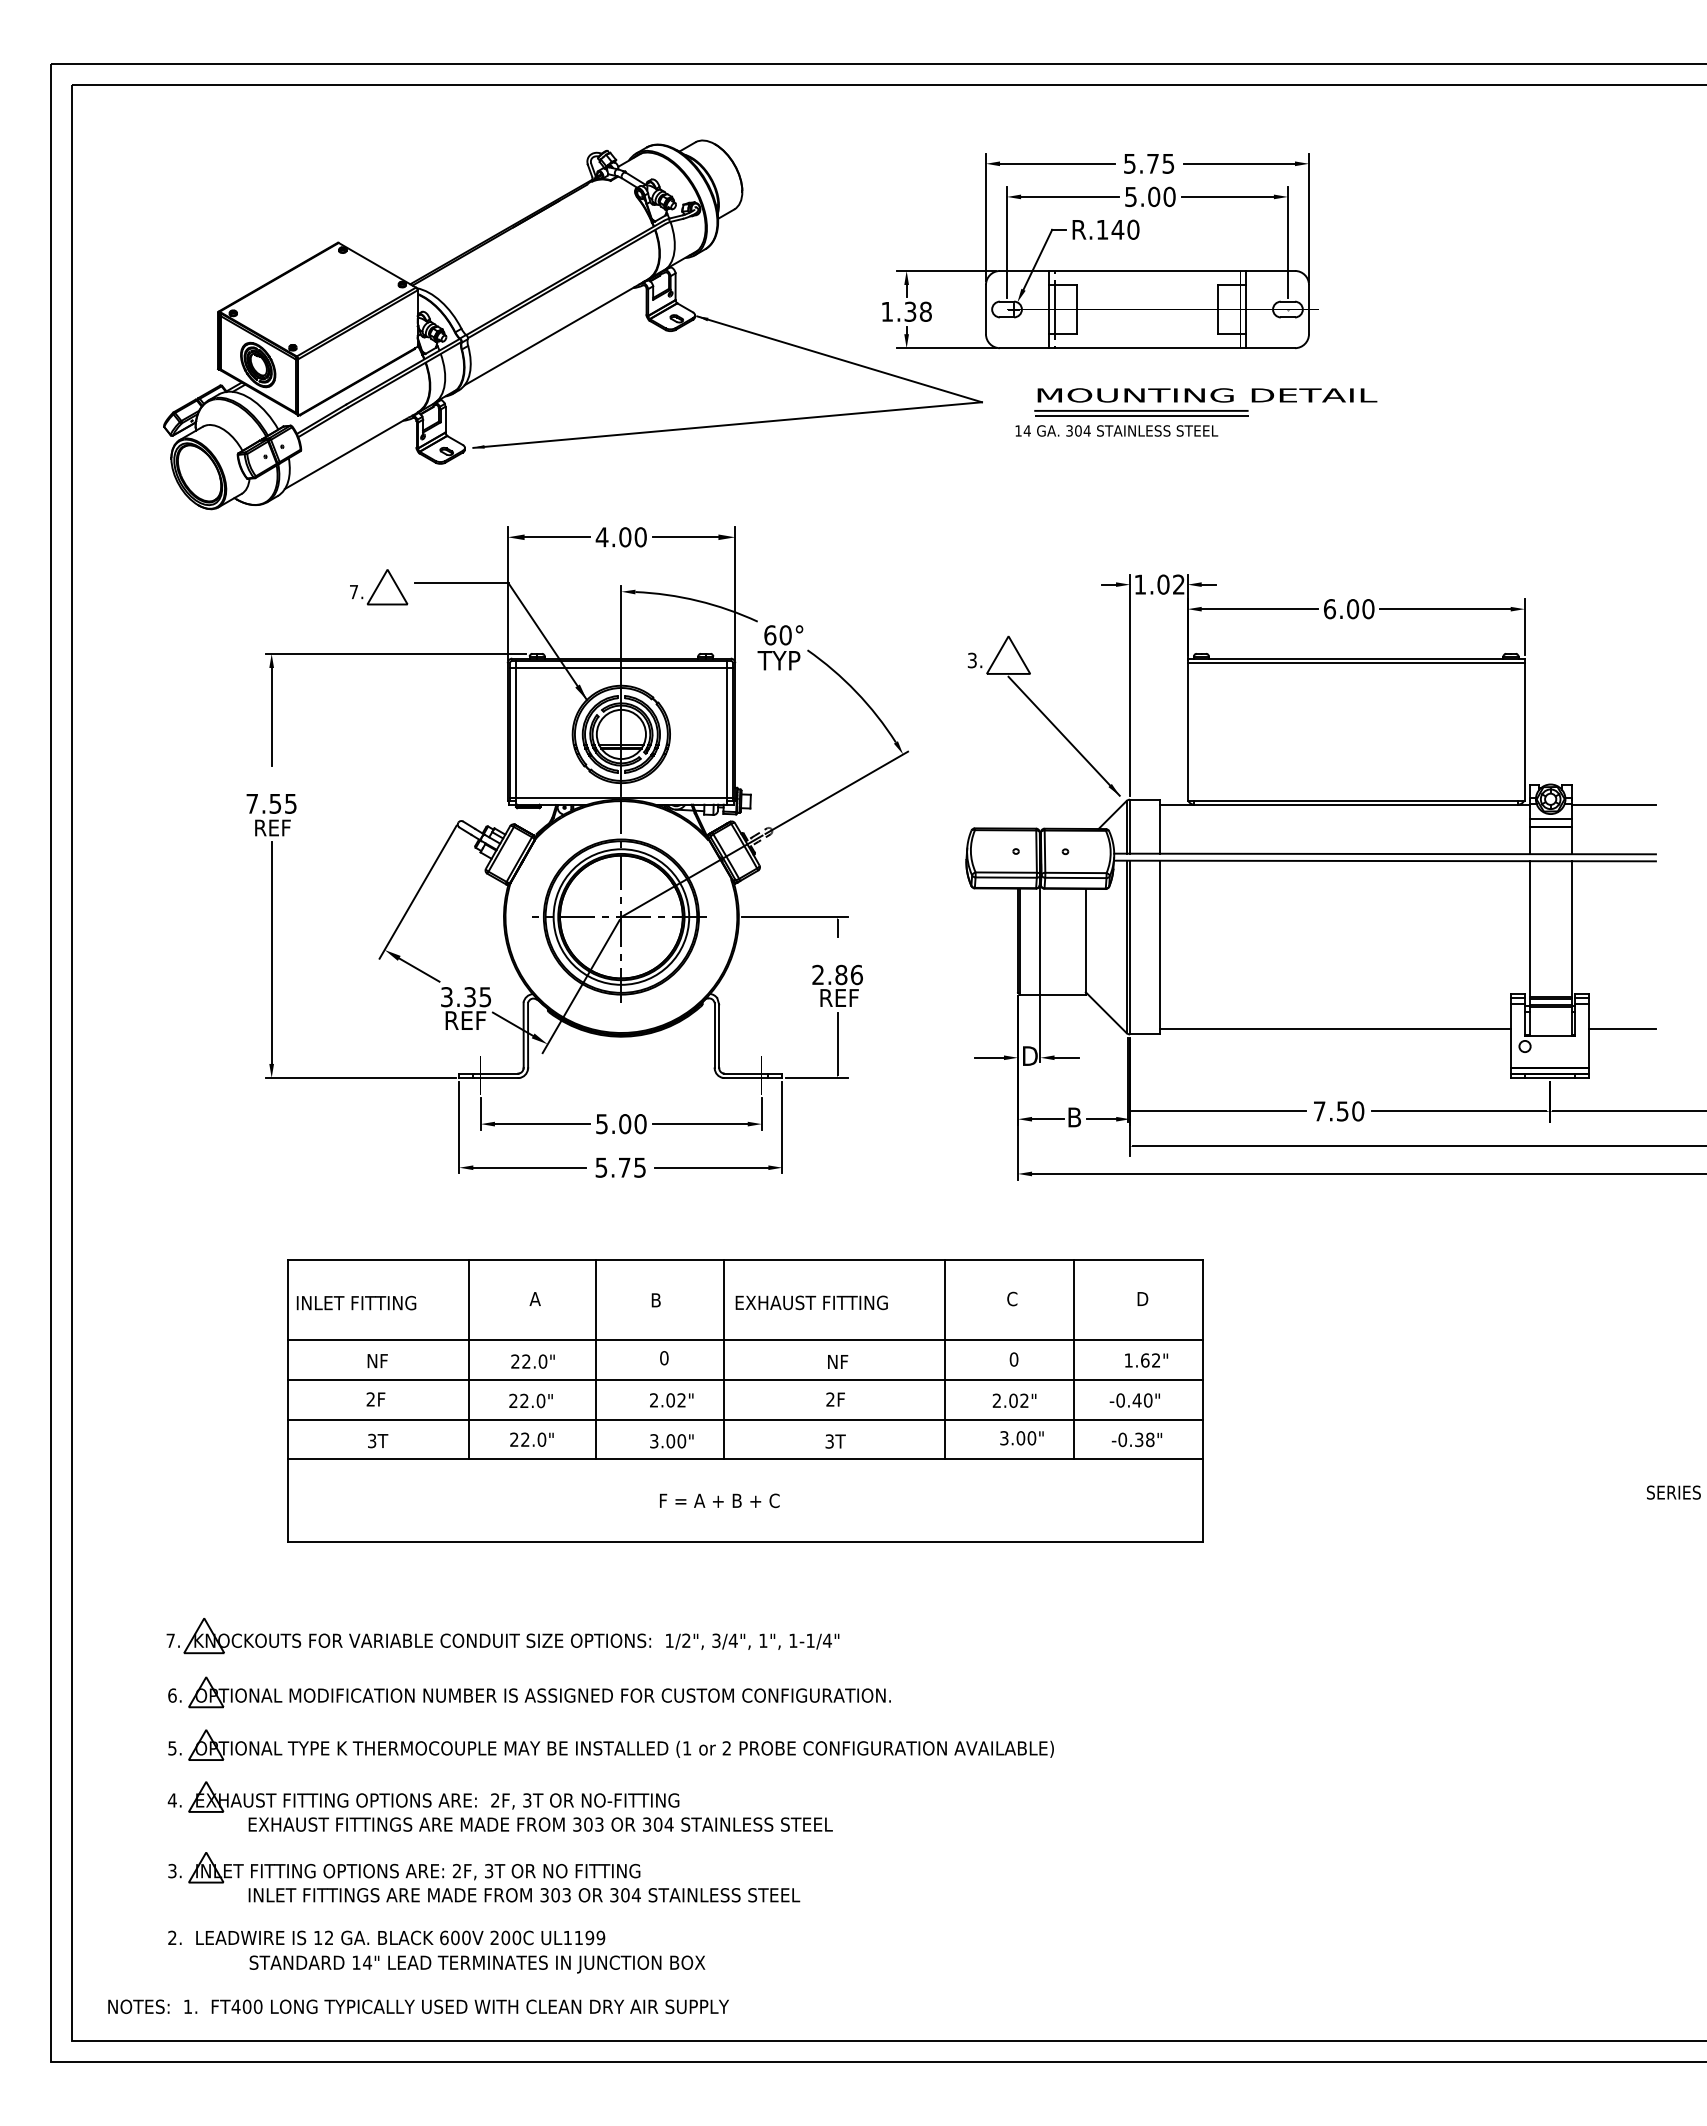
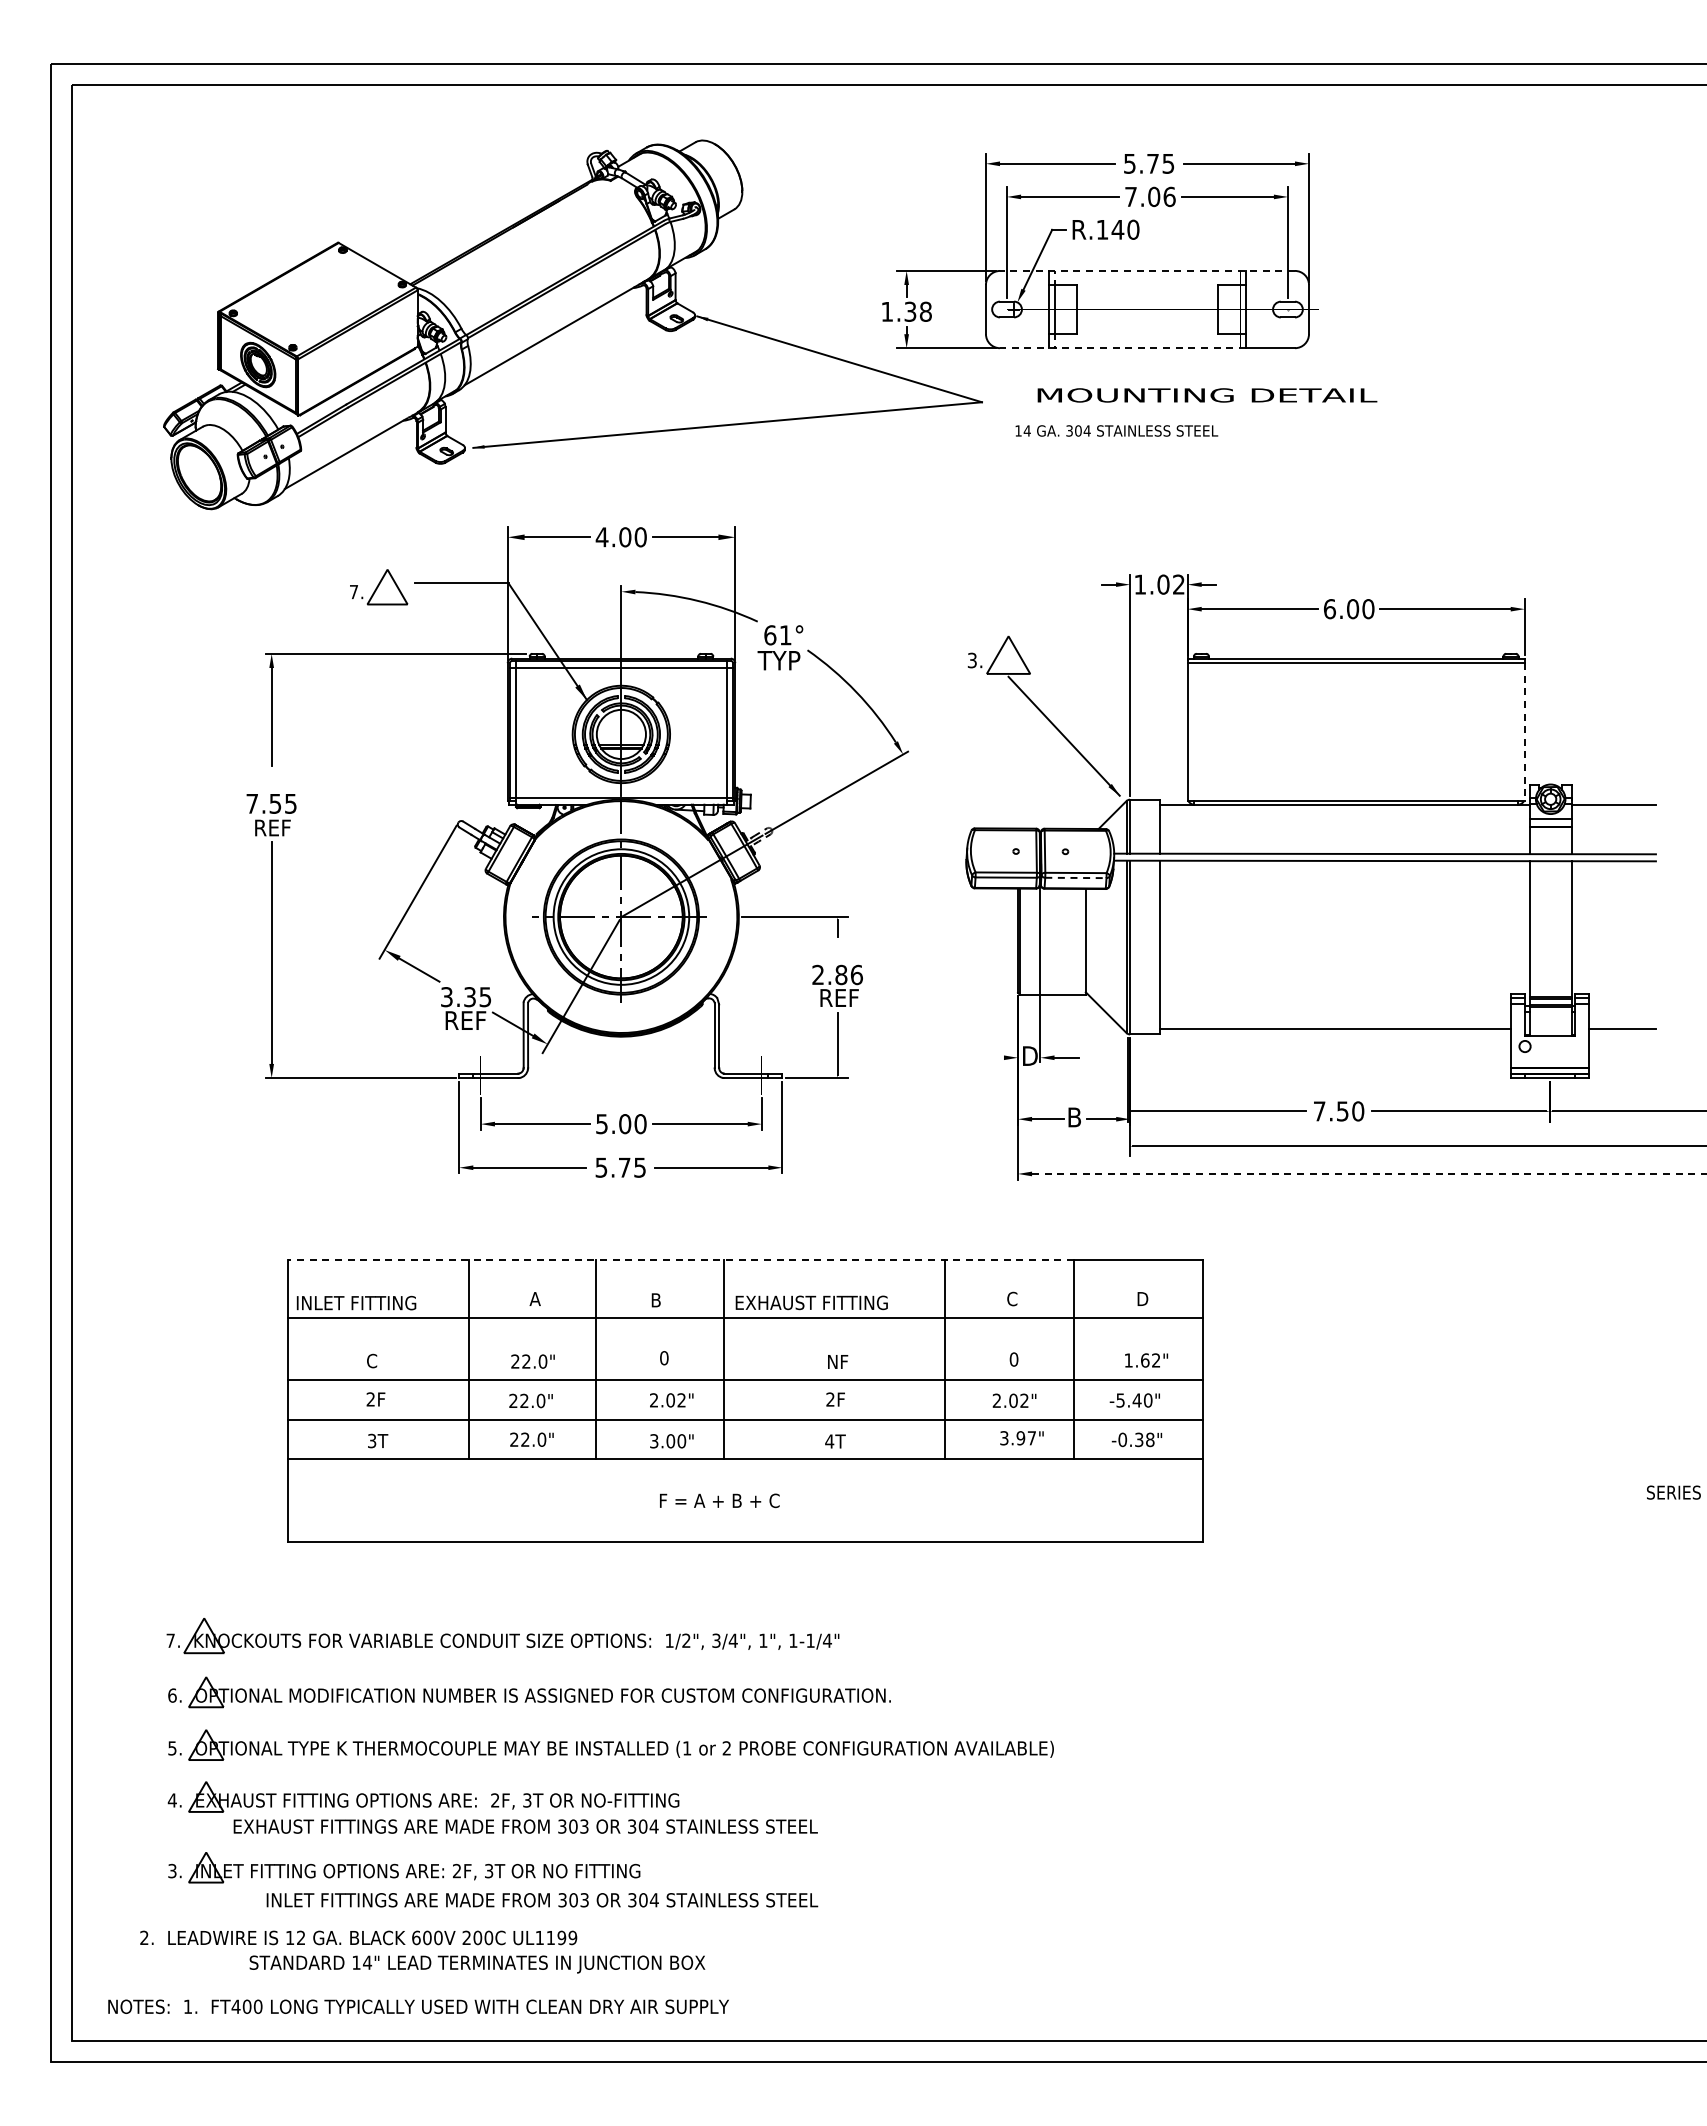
text at (1150, 196): 5.00 -> 7.06
line at (1146, 270): solid -> dashed
line at (1122, 348): solid -> dashed
part at (1141, 413): present -> none
text at (785, 635): 60° -> 61°
line at (1524, 732): solid -> dashed
line at (1075, 877): solid -> dashed
line at (988, 1057): present -> none
line at (1369, 1173): solid -> dashed
line at (680, 1260): solid -> dashed
line at (744, 1340) position: (744, 1340) -> (744, 1318)
text at (377, 1360): NF -> C
text at (1120, 1400): -0.40" -> -5.40"
text at (1026, 1438): 3.00" -> 3.97"
text at (829, 1441): 3T -> 4T
text at (540, 1824) position: (540, 1824) -> (525, 1826)
text at (524, 1895) position: (524, 1895) -> (542, 1900)
text at (386, 1937) position: (386, 1937) -> (358, 1937)
